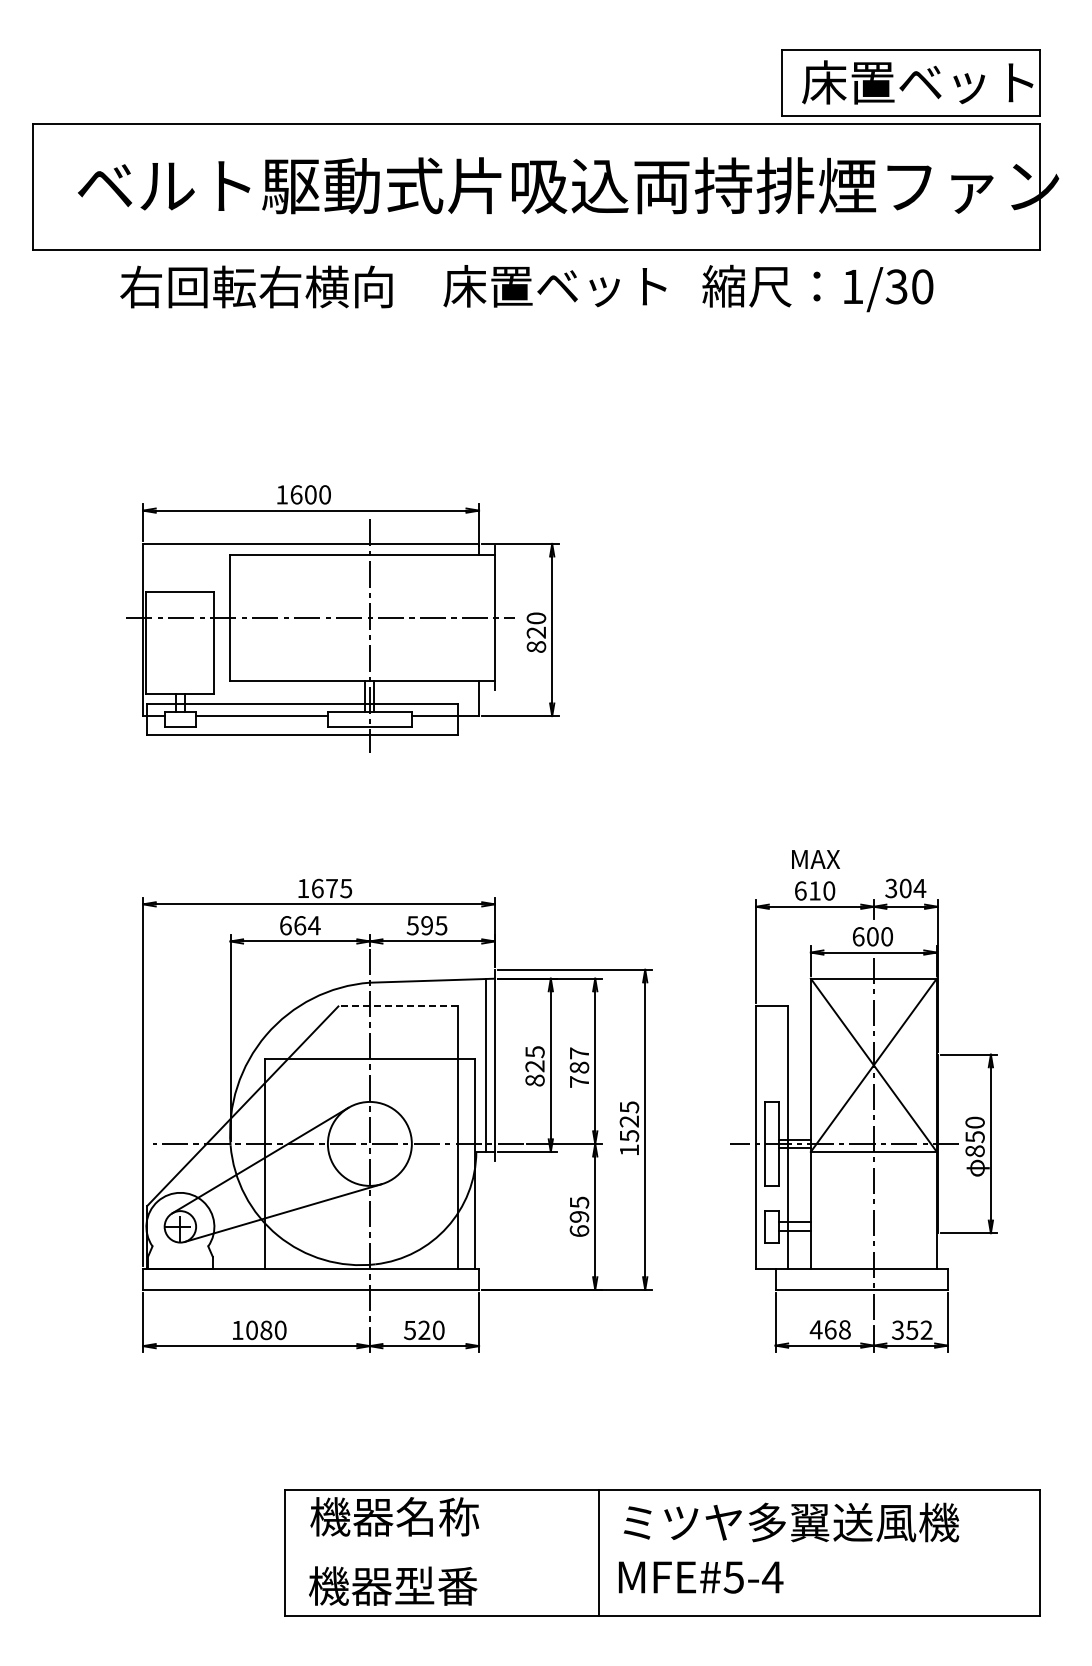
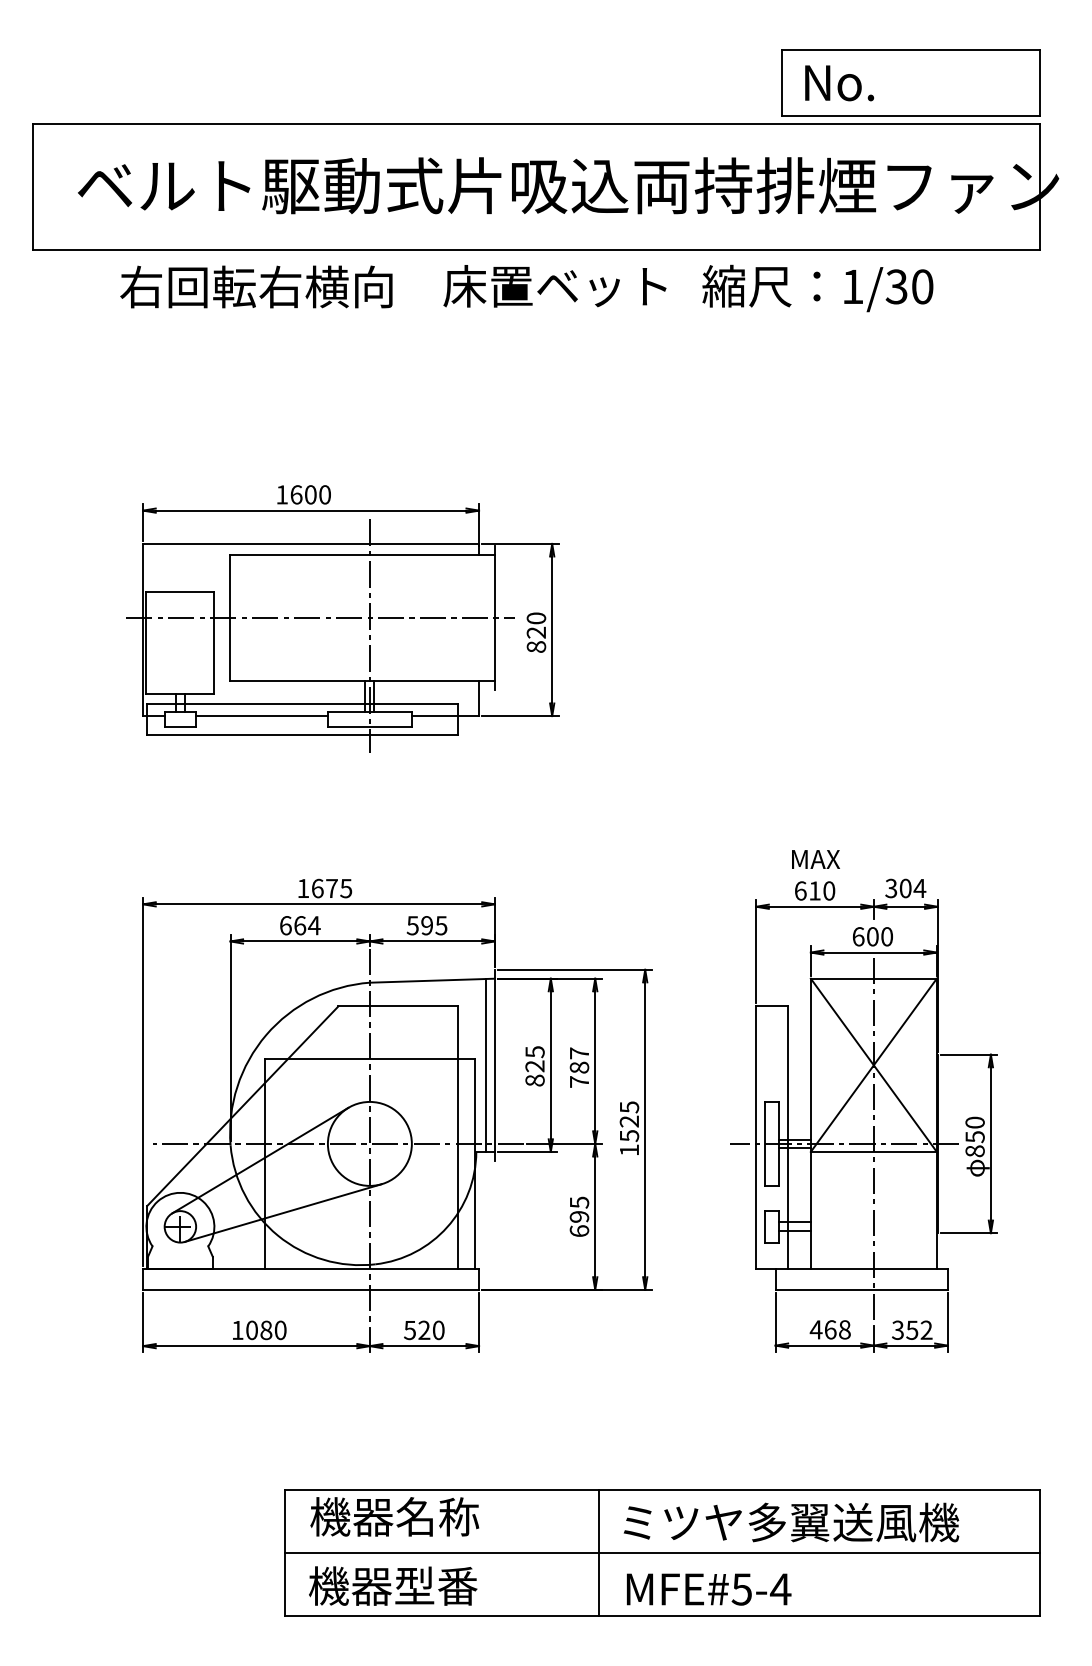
text at (917, 82): 床置ベット -> No.
line at (398, 1006): dashed -> solid
line at (662, 1553): none -> present
text at (701, 1577) position: (701, 1577) -> (709, 1589)
